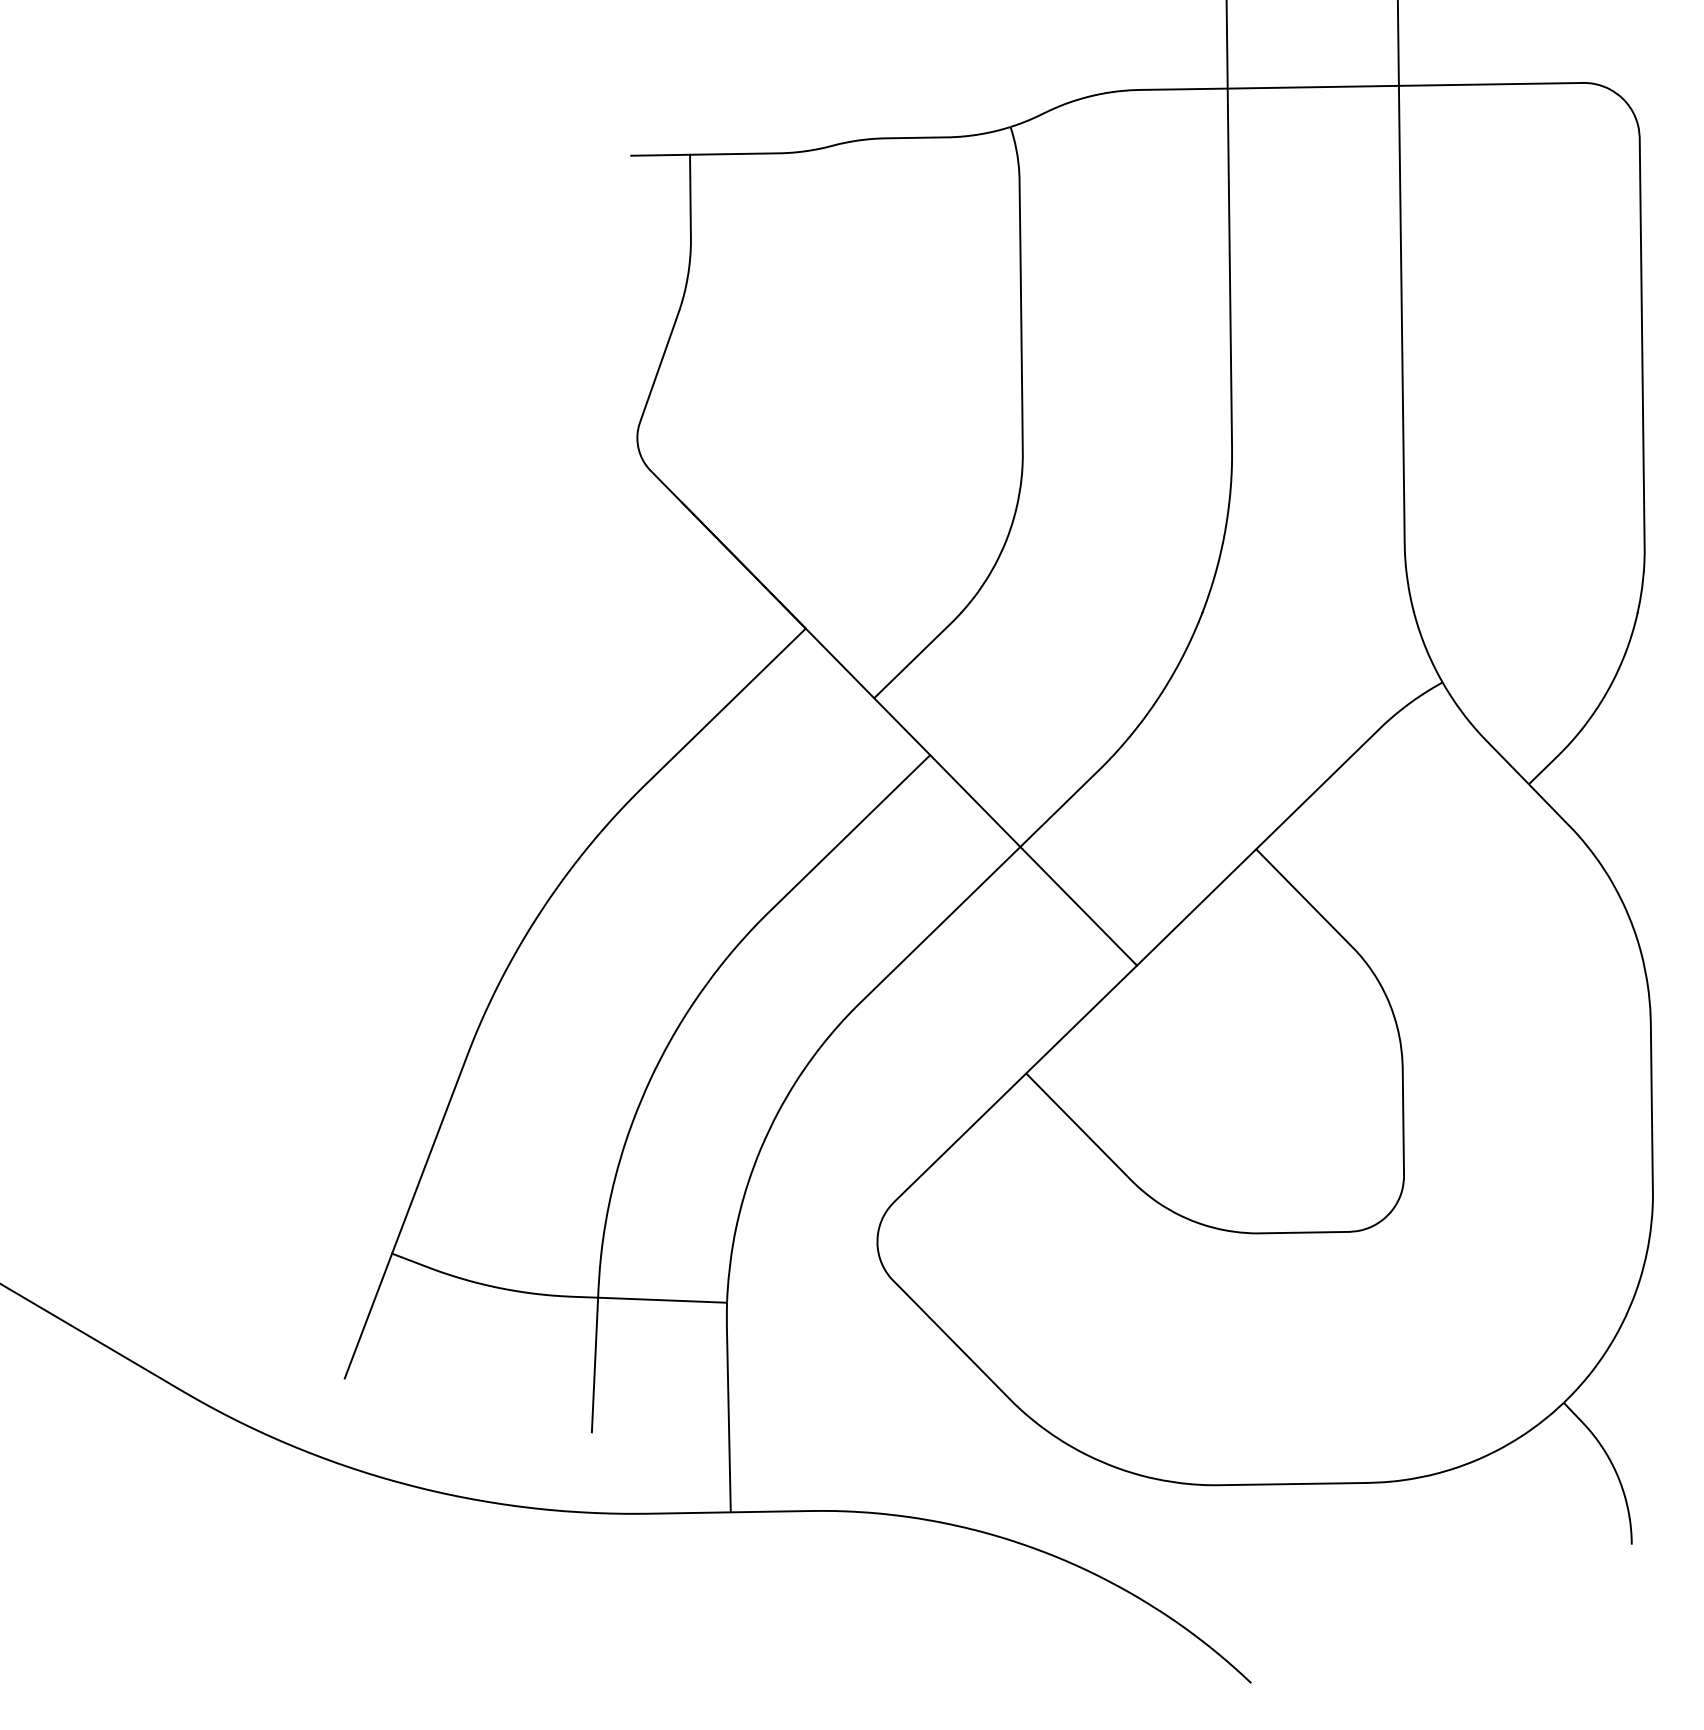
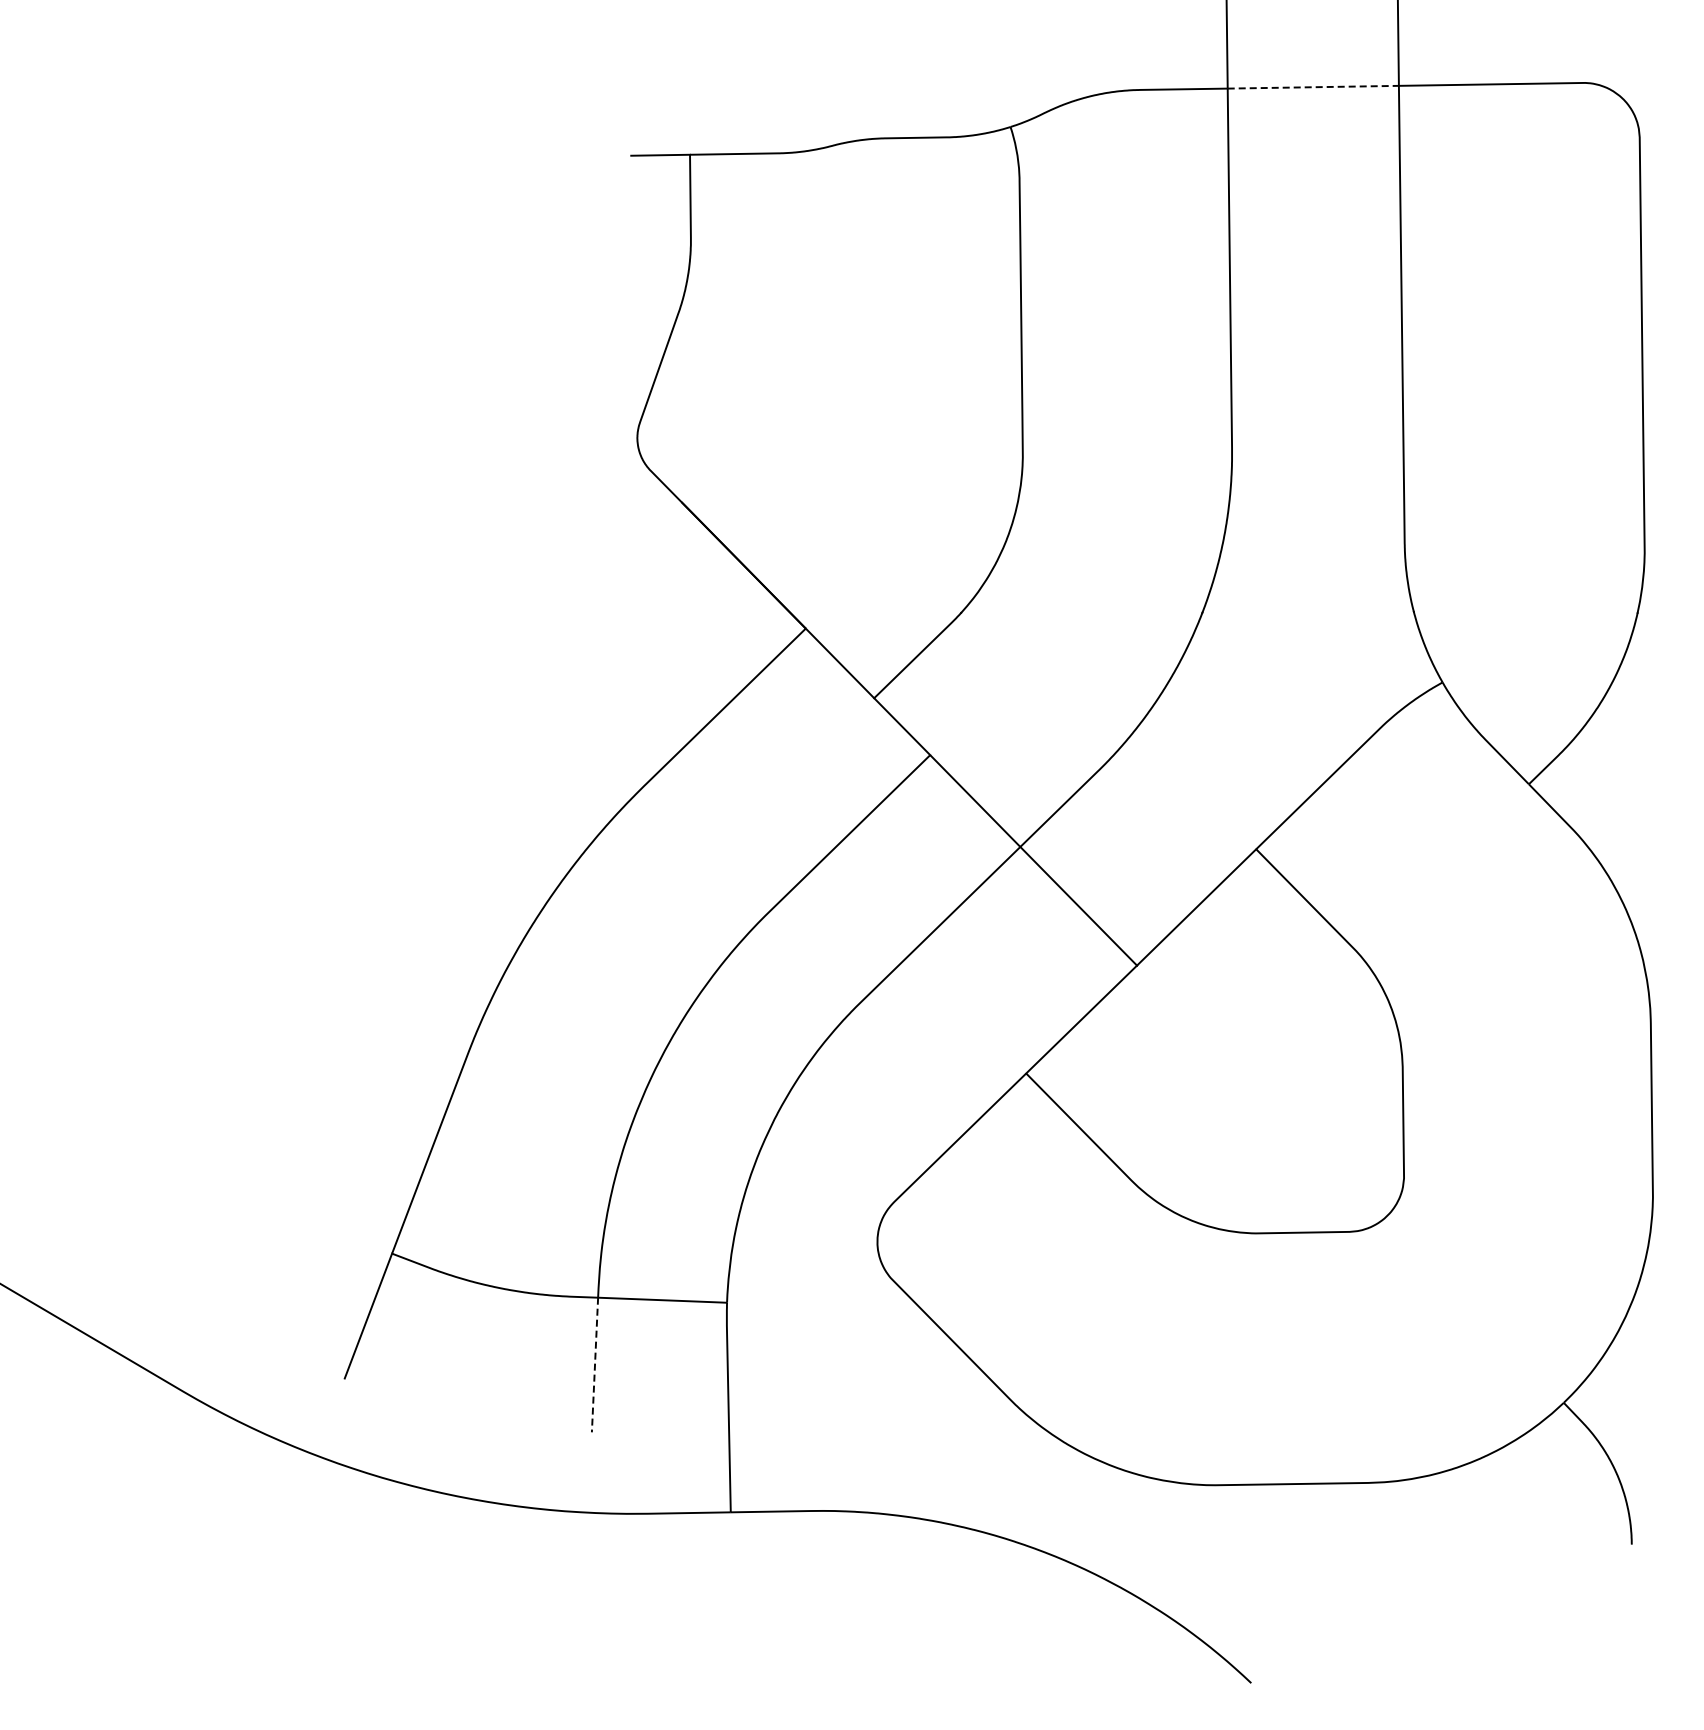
line at (1313, 87): solid -> dashed
line at (594, 1365): solid -> dashed
